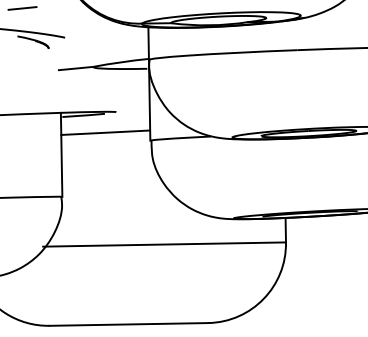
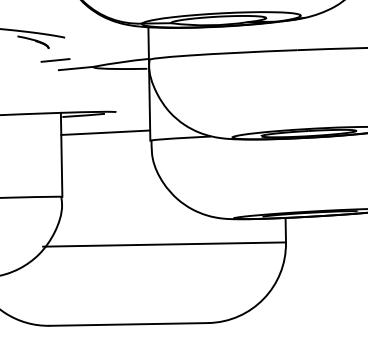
line at (22, 8) position: (22, 8) -> (55, 60)
